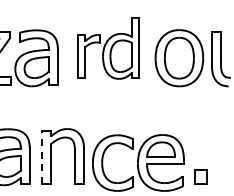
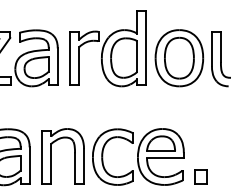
part at (108, 48) size: 63x63 px -> 78x78 px
line at (42, 157): dashed -> solid
part at (138, 162) position: (138, 162) -> (138, 156)
